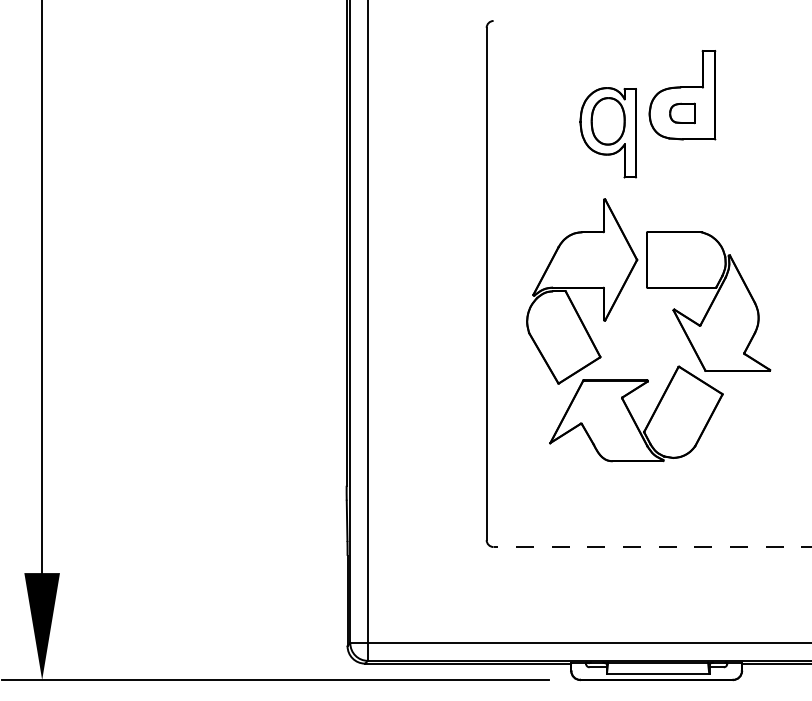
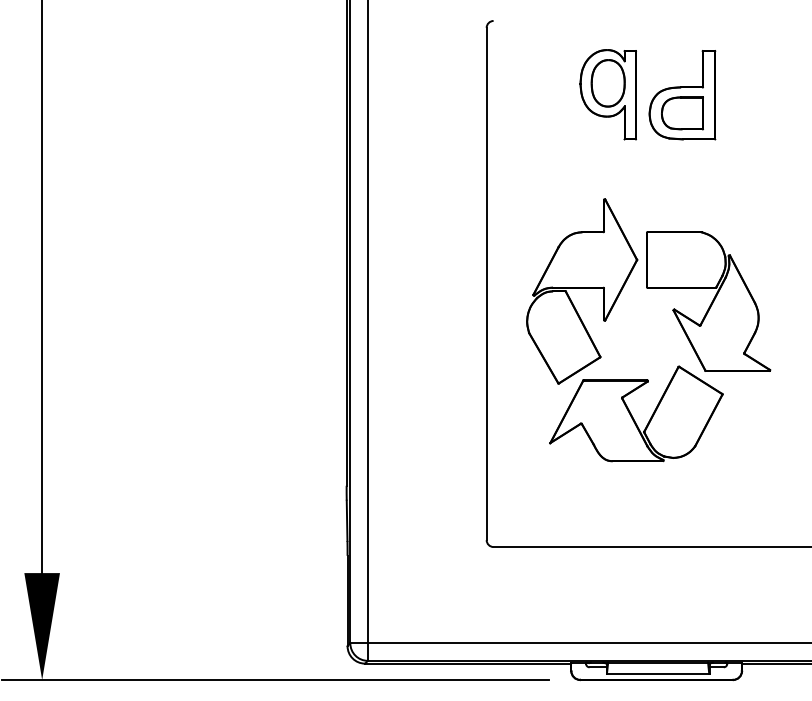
part at (682, 113) size: 27x23 px -> 43x35 px
part at (607, 132) position: (607, 132) -> (607, 94)
line at (652, 547): dashed -> solid
